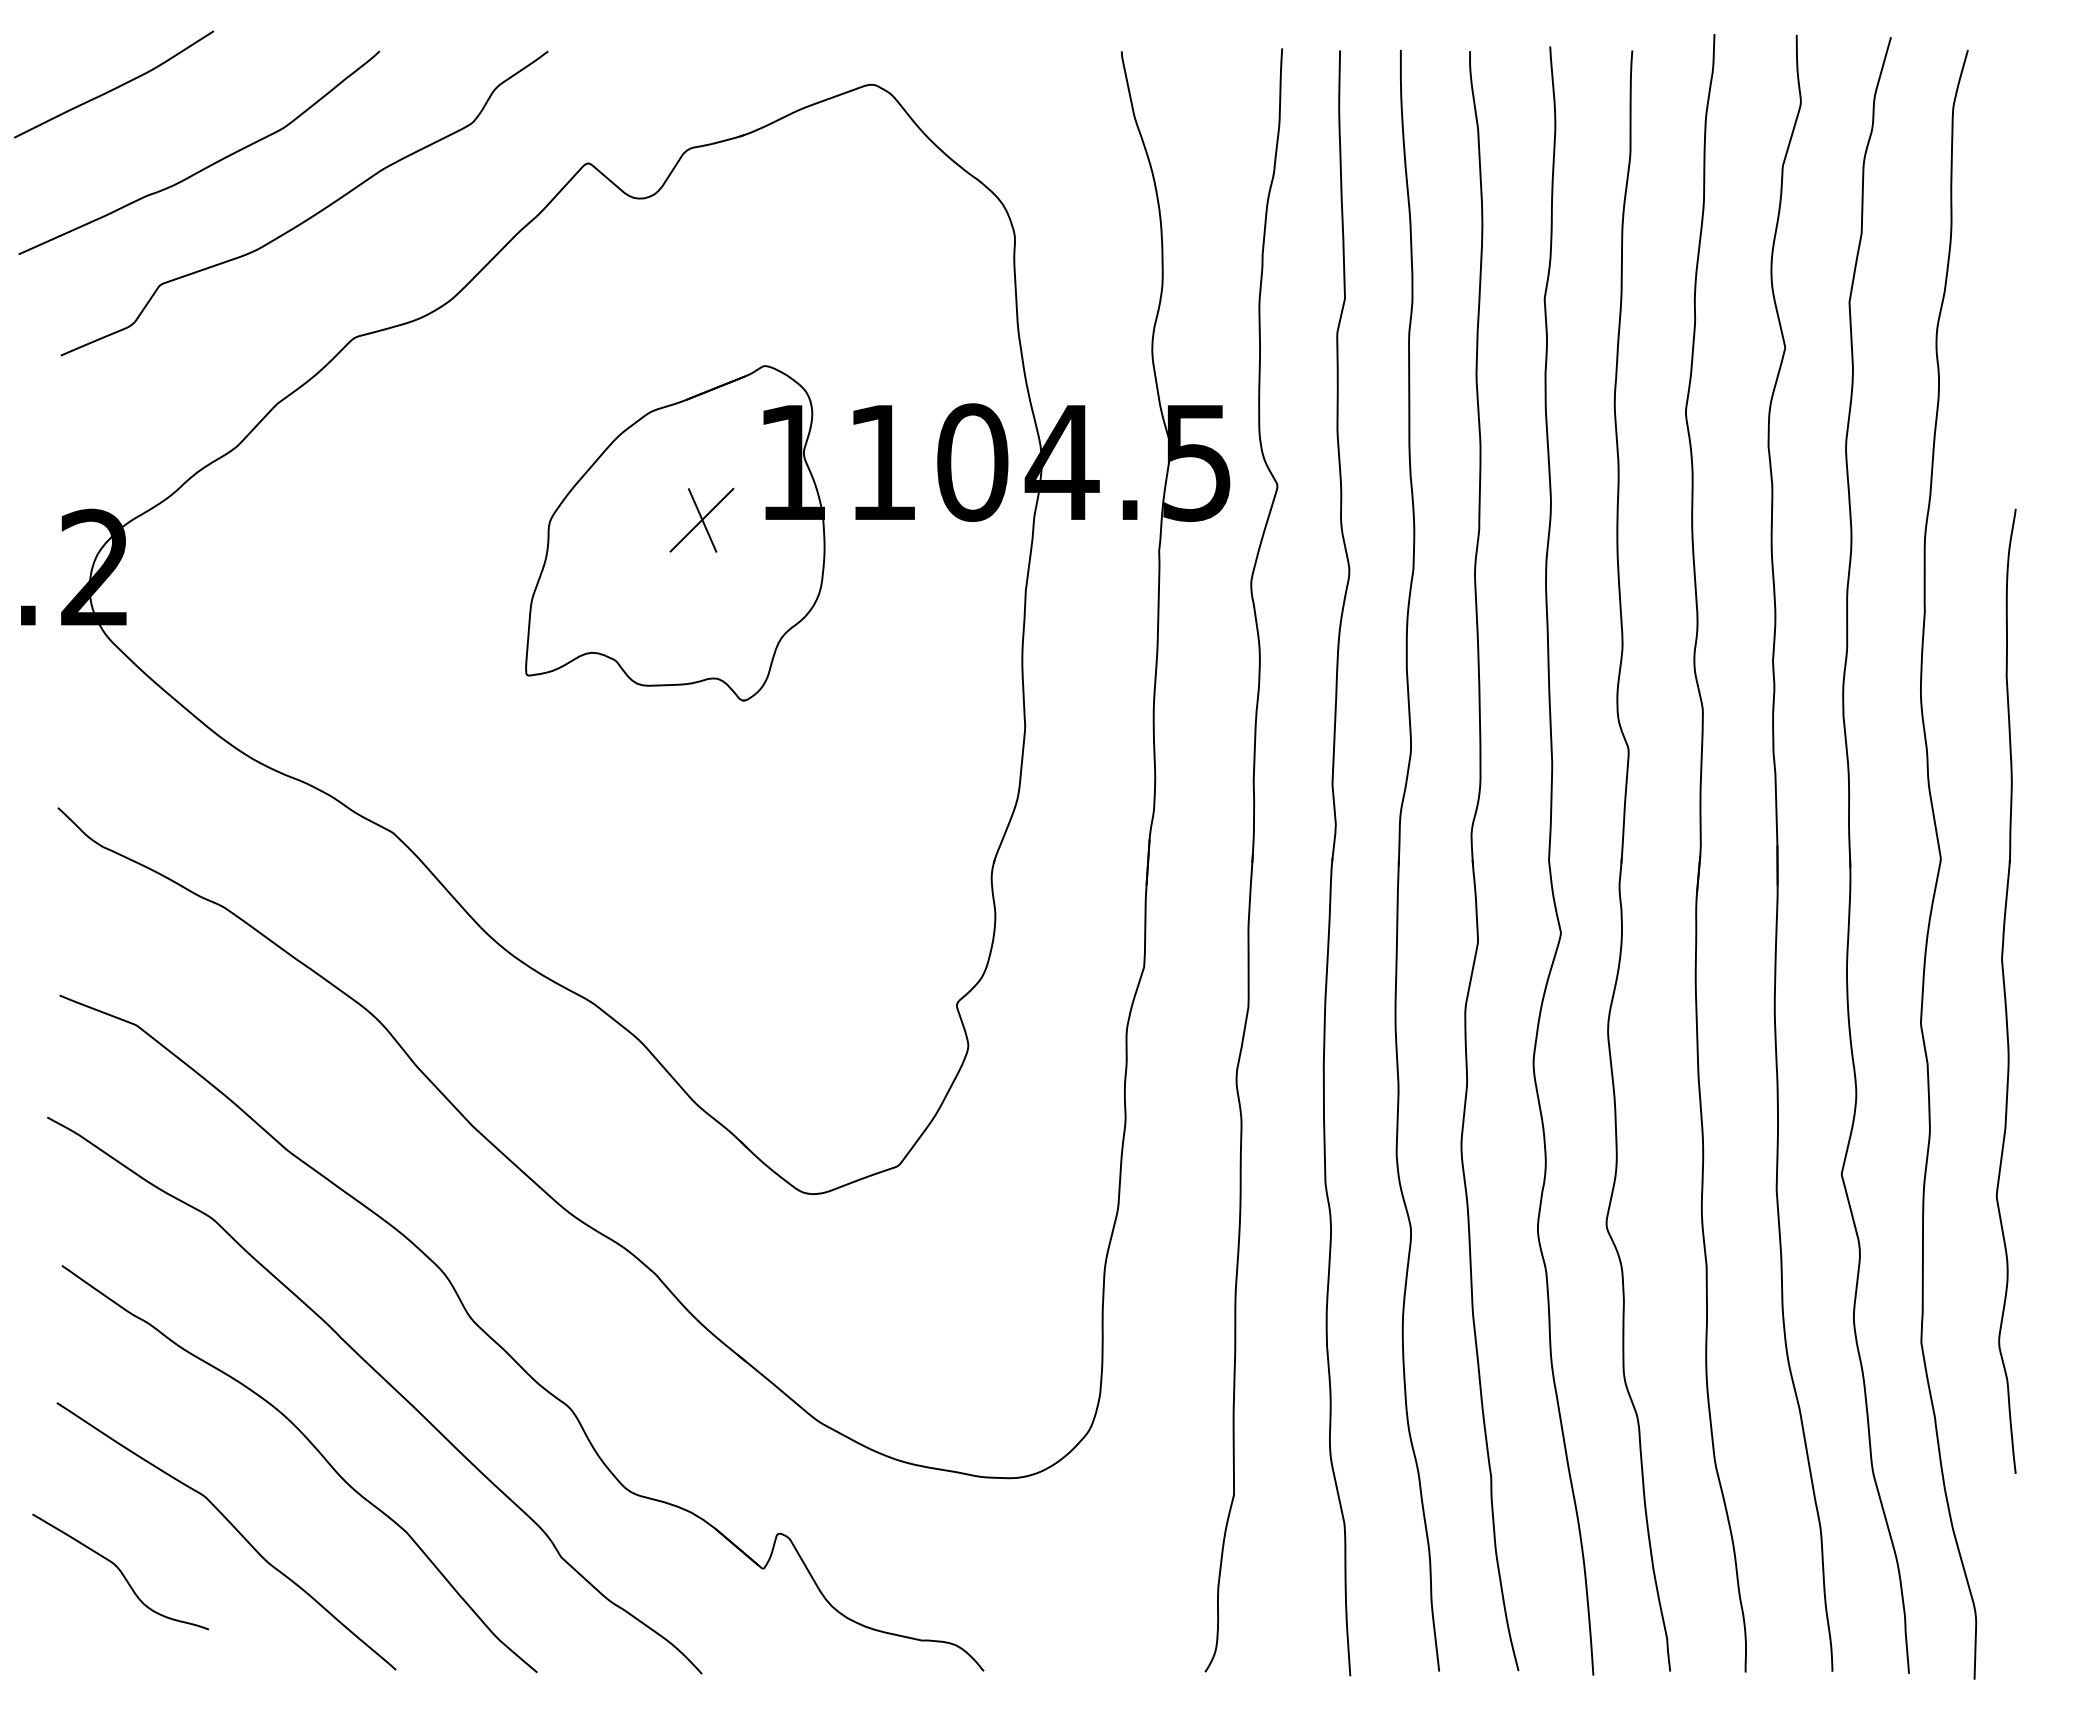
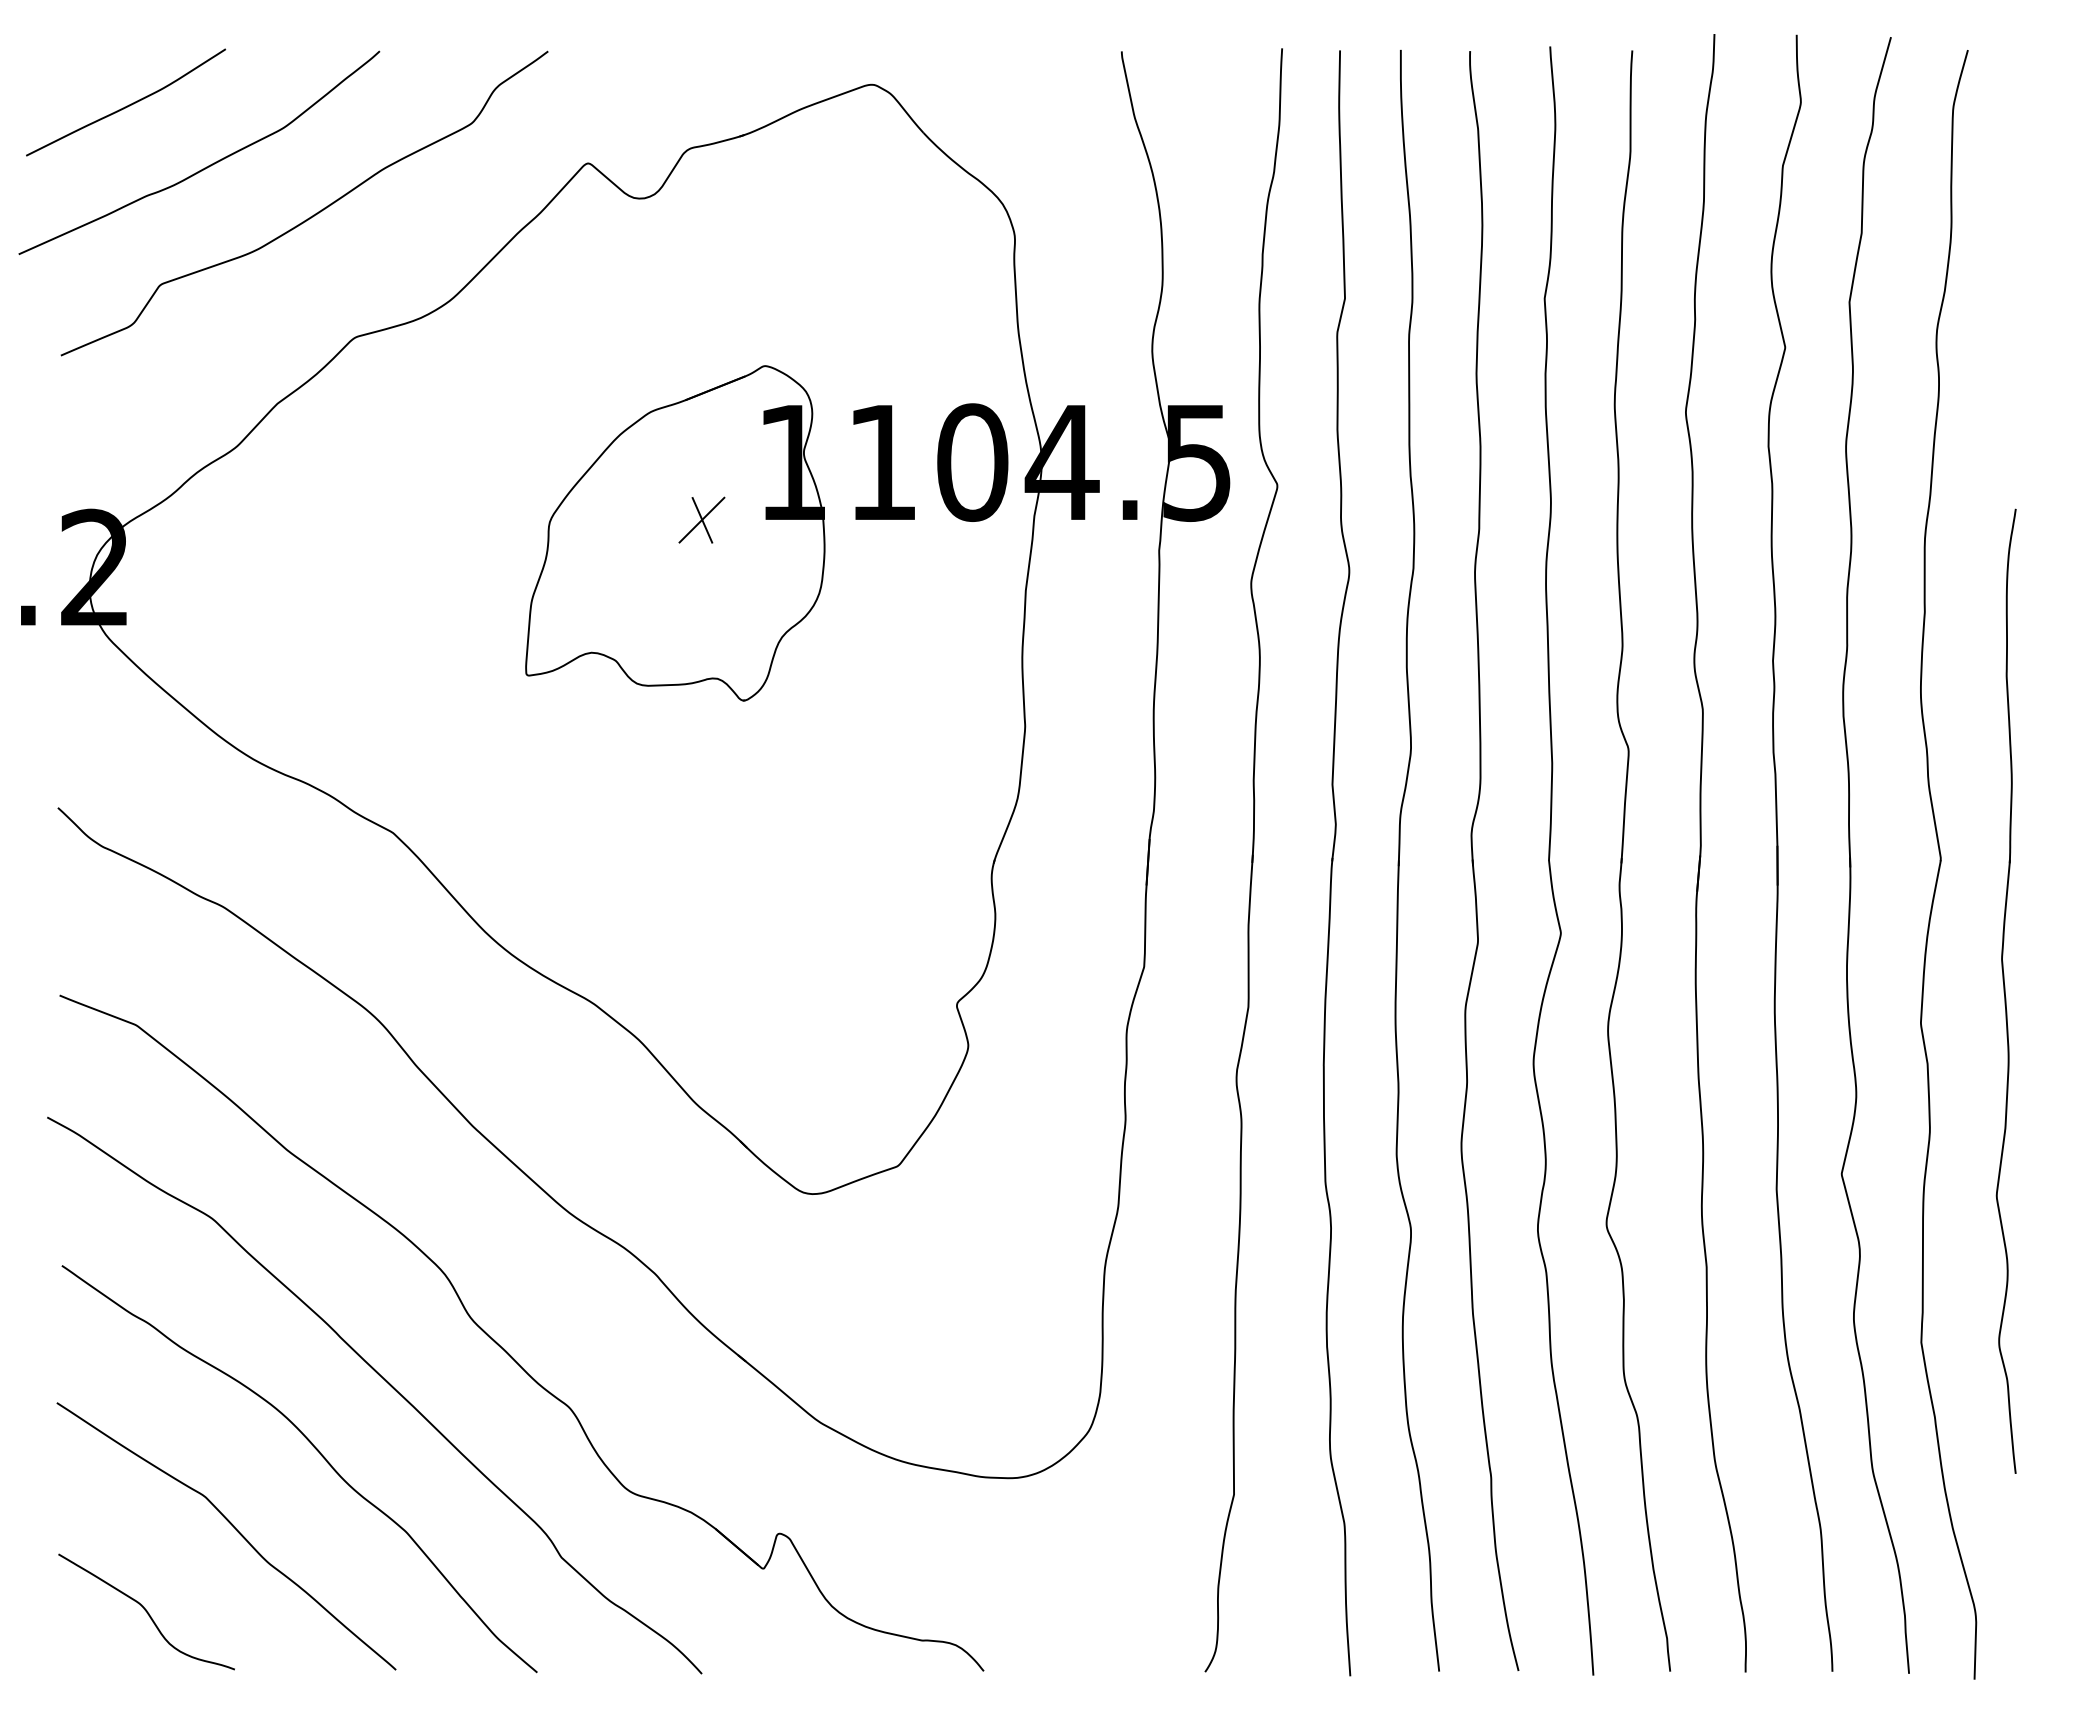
curve at (115, 87) position: (115, 87) -> (127, 105)
part at (701, 519) size: 66x66 px -> 48x48 px
curve at (120, 1571) position: (120, 1571) -> (146, 1611)
